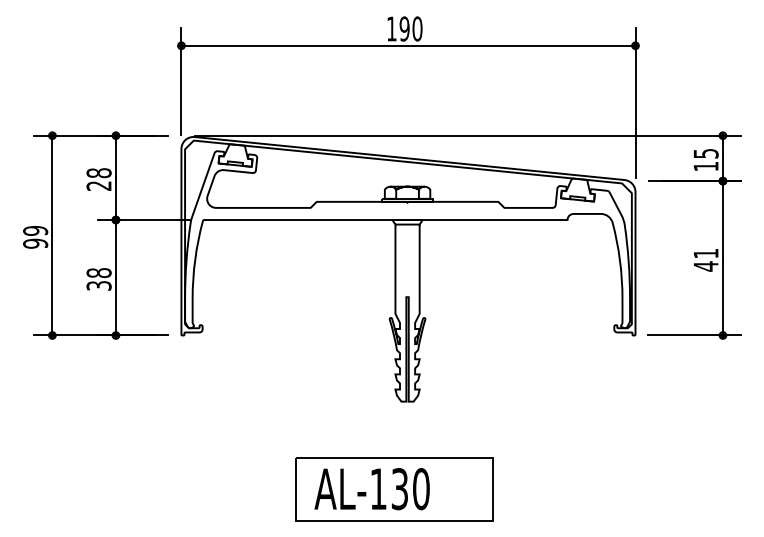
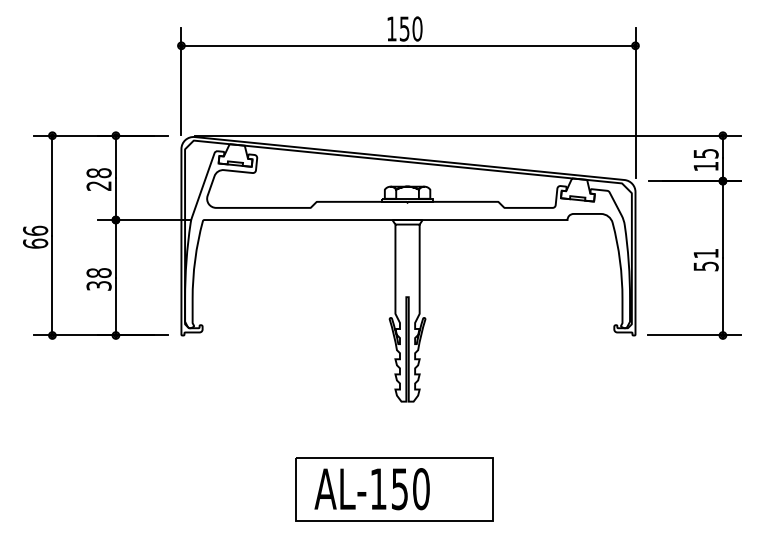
text at (404, 28): 190 -> 150
text at (35, 236): 99 -> 66
text at (705, 266): 41 -> 51
text at (399, 488): AL-130 -> AL-150
